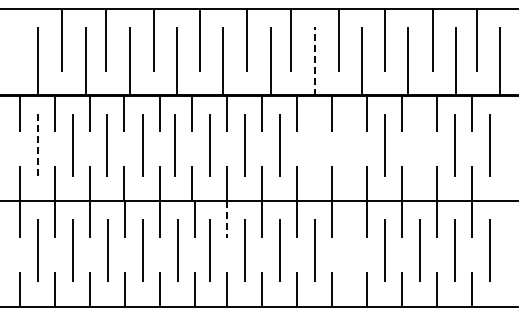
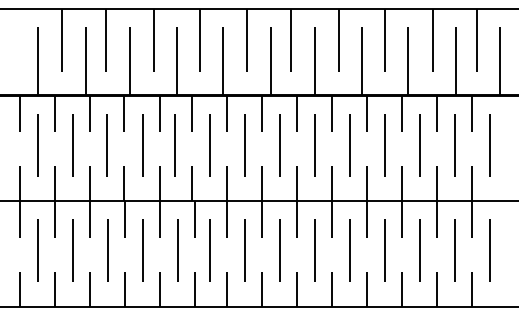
line at (314, 61): dashed -> solid
line at (37, 145): dashed -> solid
line at (314, 145): none -> present
line at (349, 145): none -> present
line at (419, 145): none -> present
line at (227, 219): dashed -> solid
line at (349, 250): none -> present
